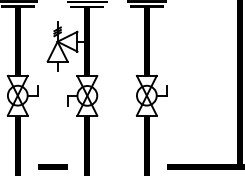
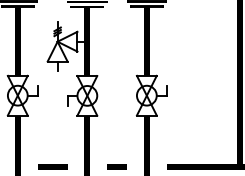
line at (116, 166): none -> present
